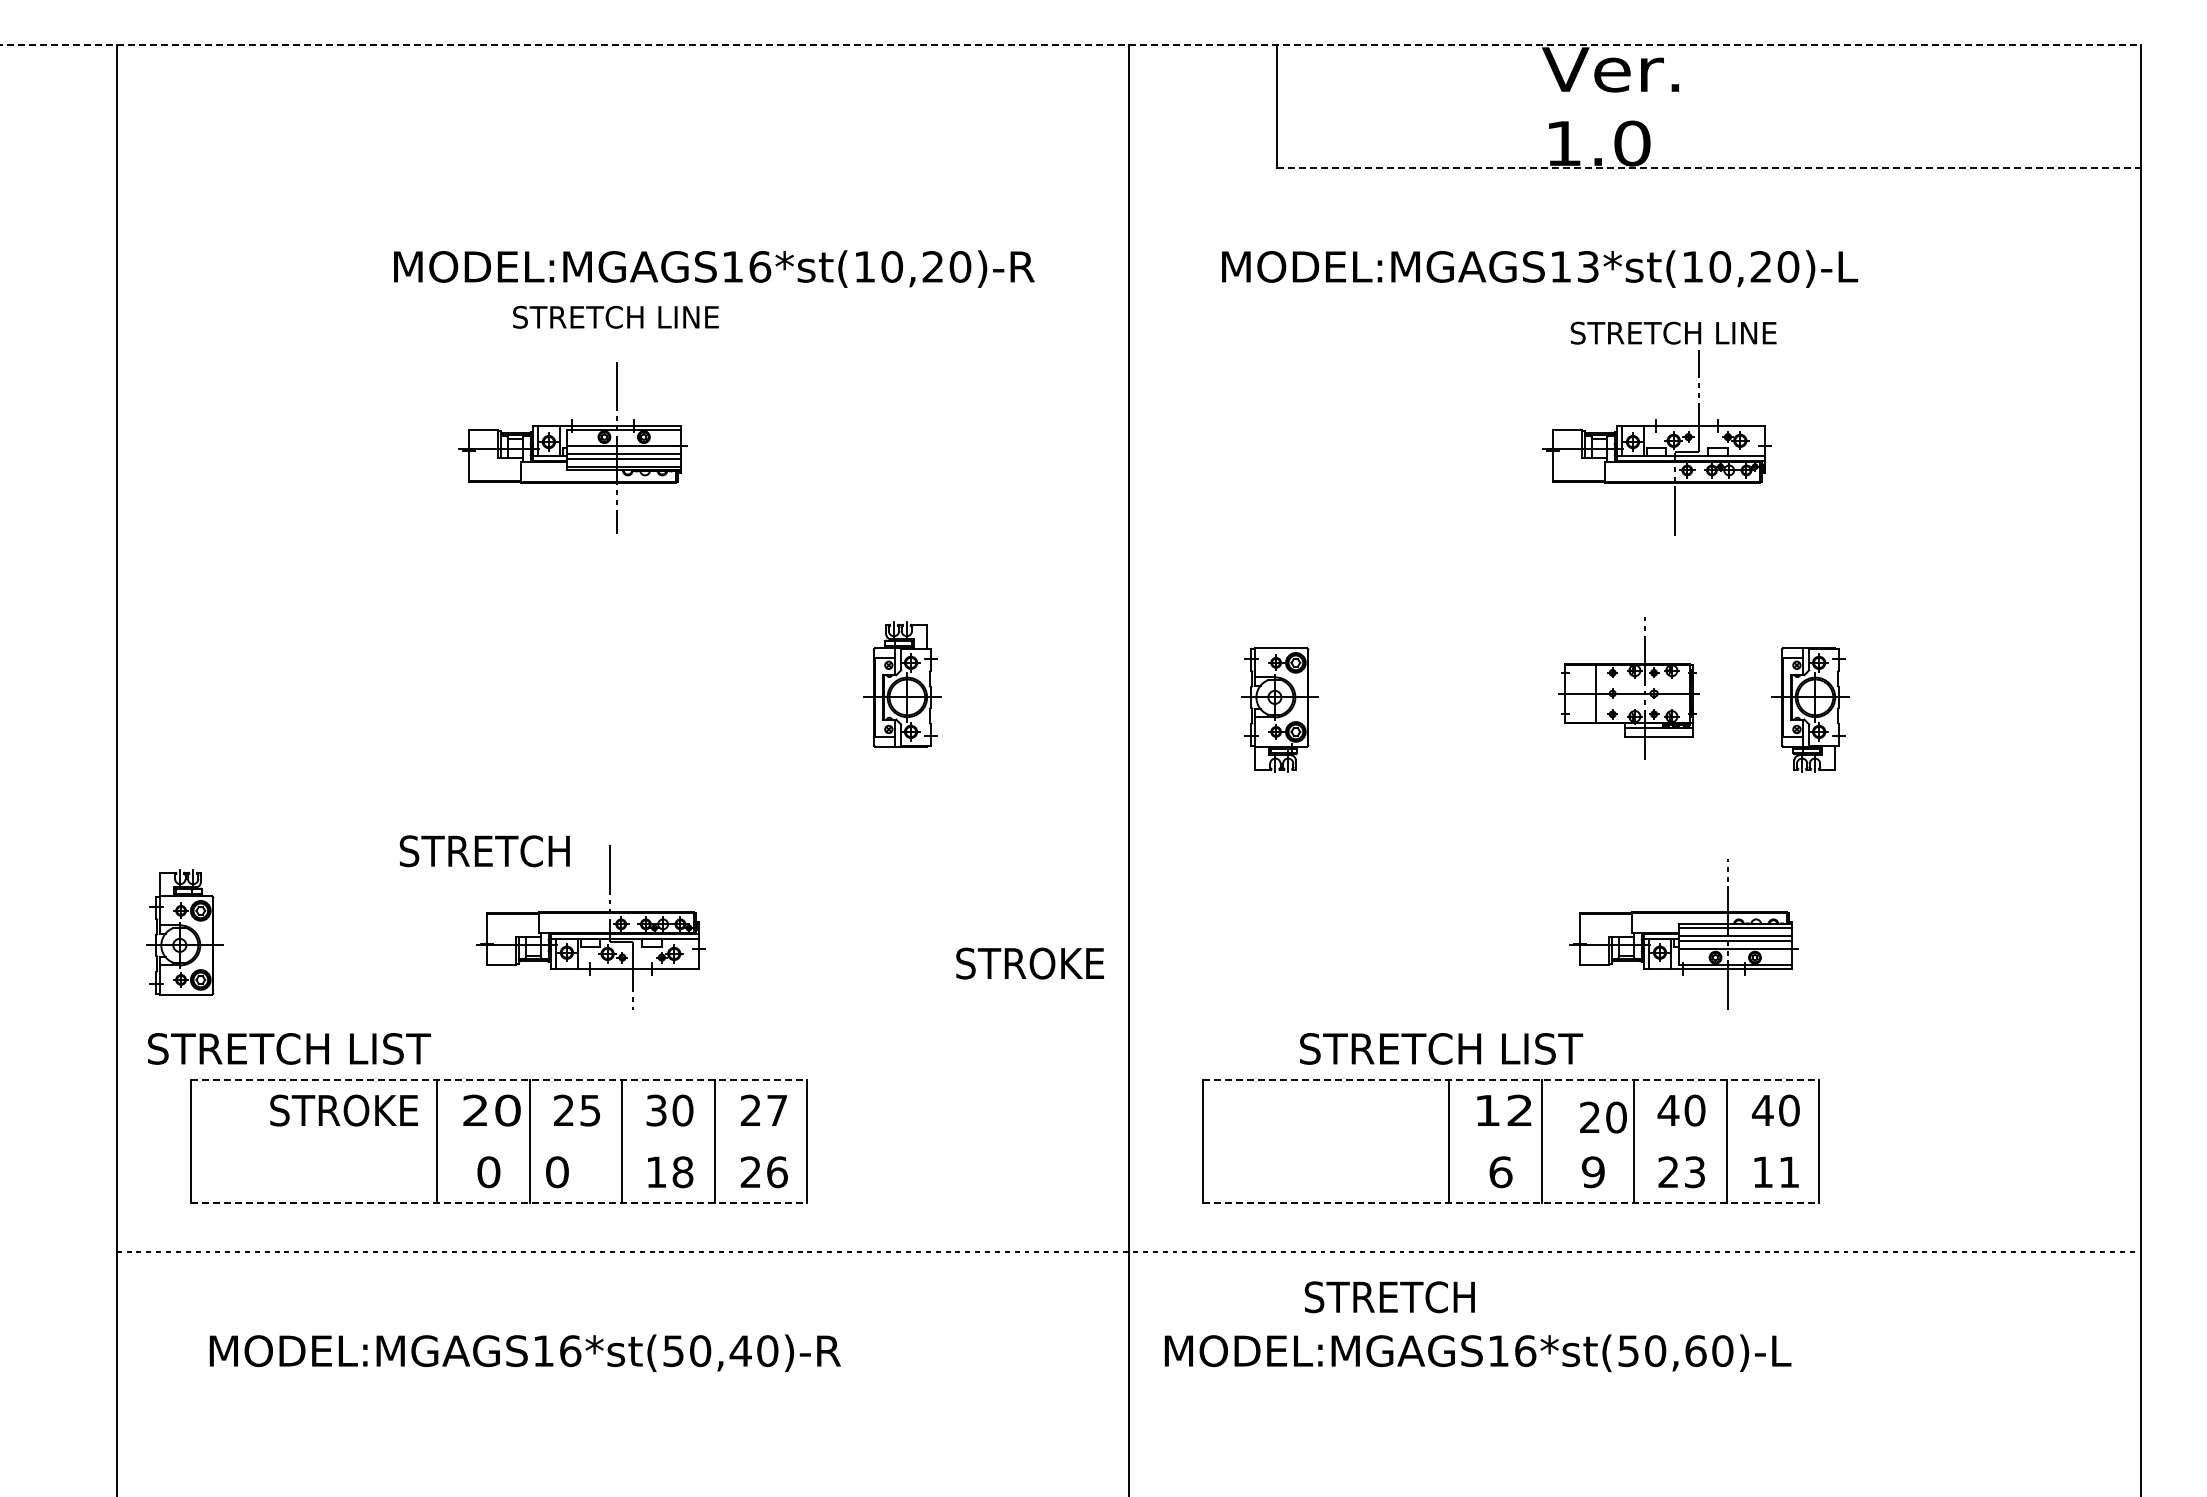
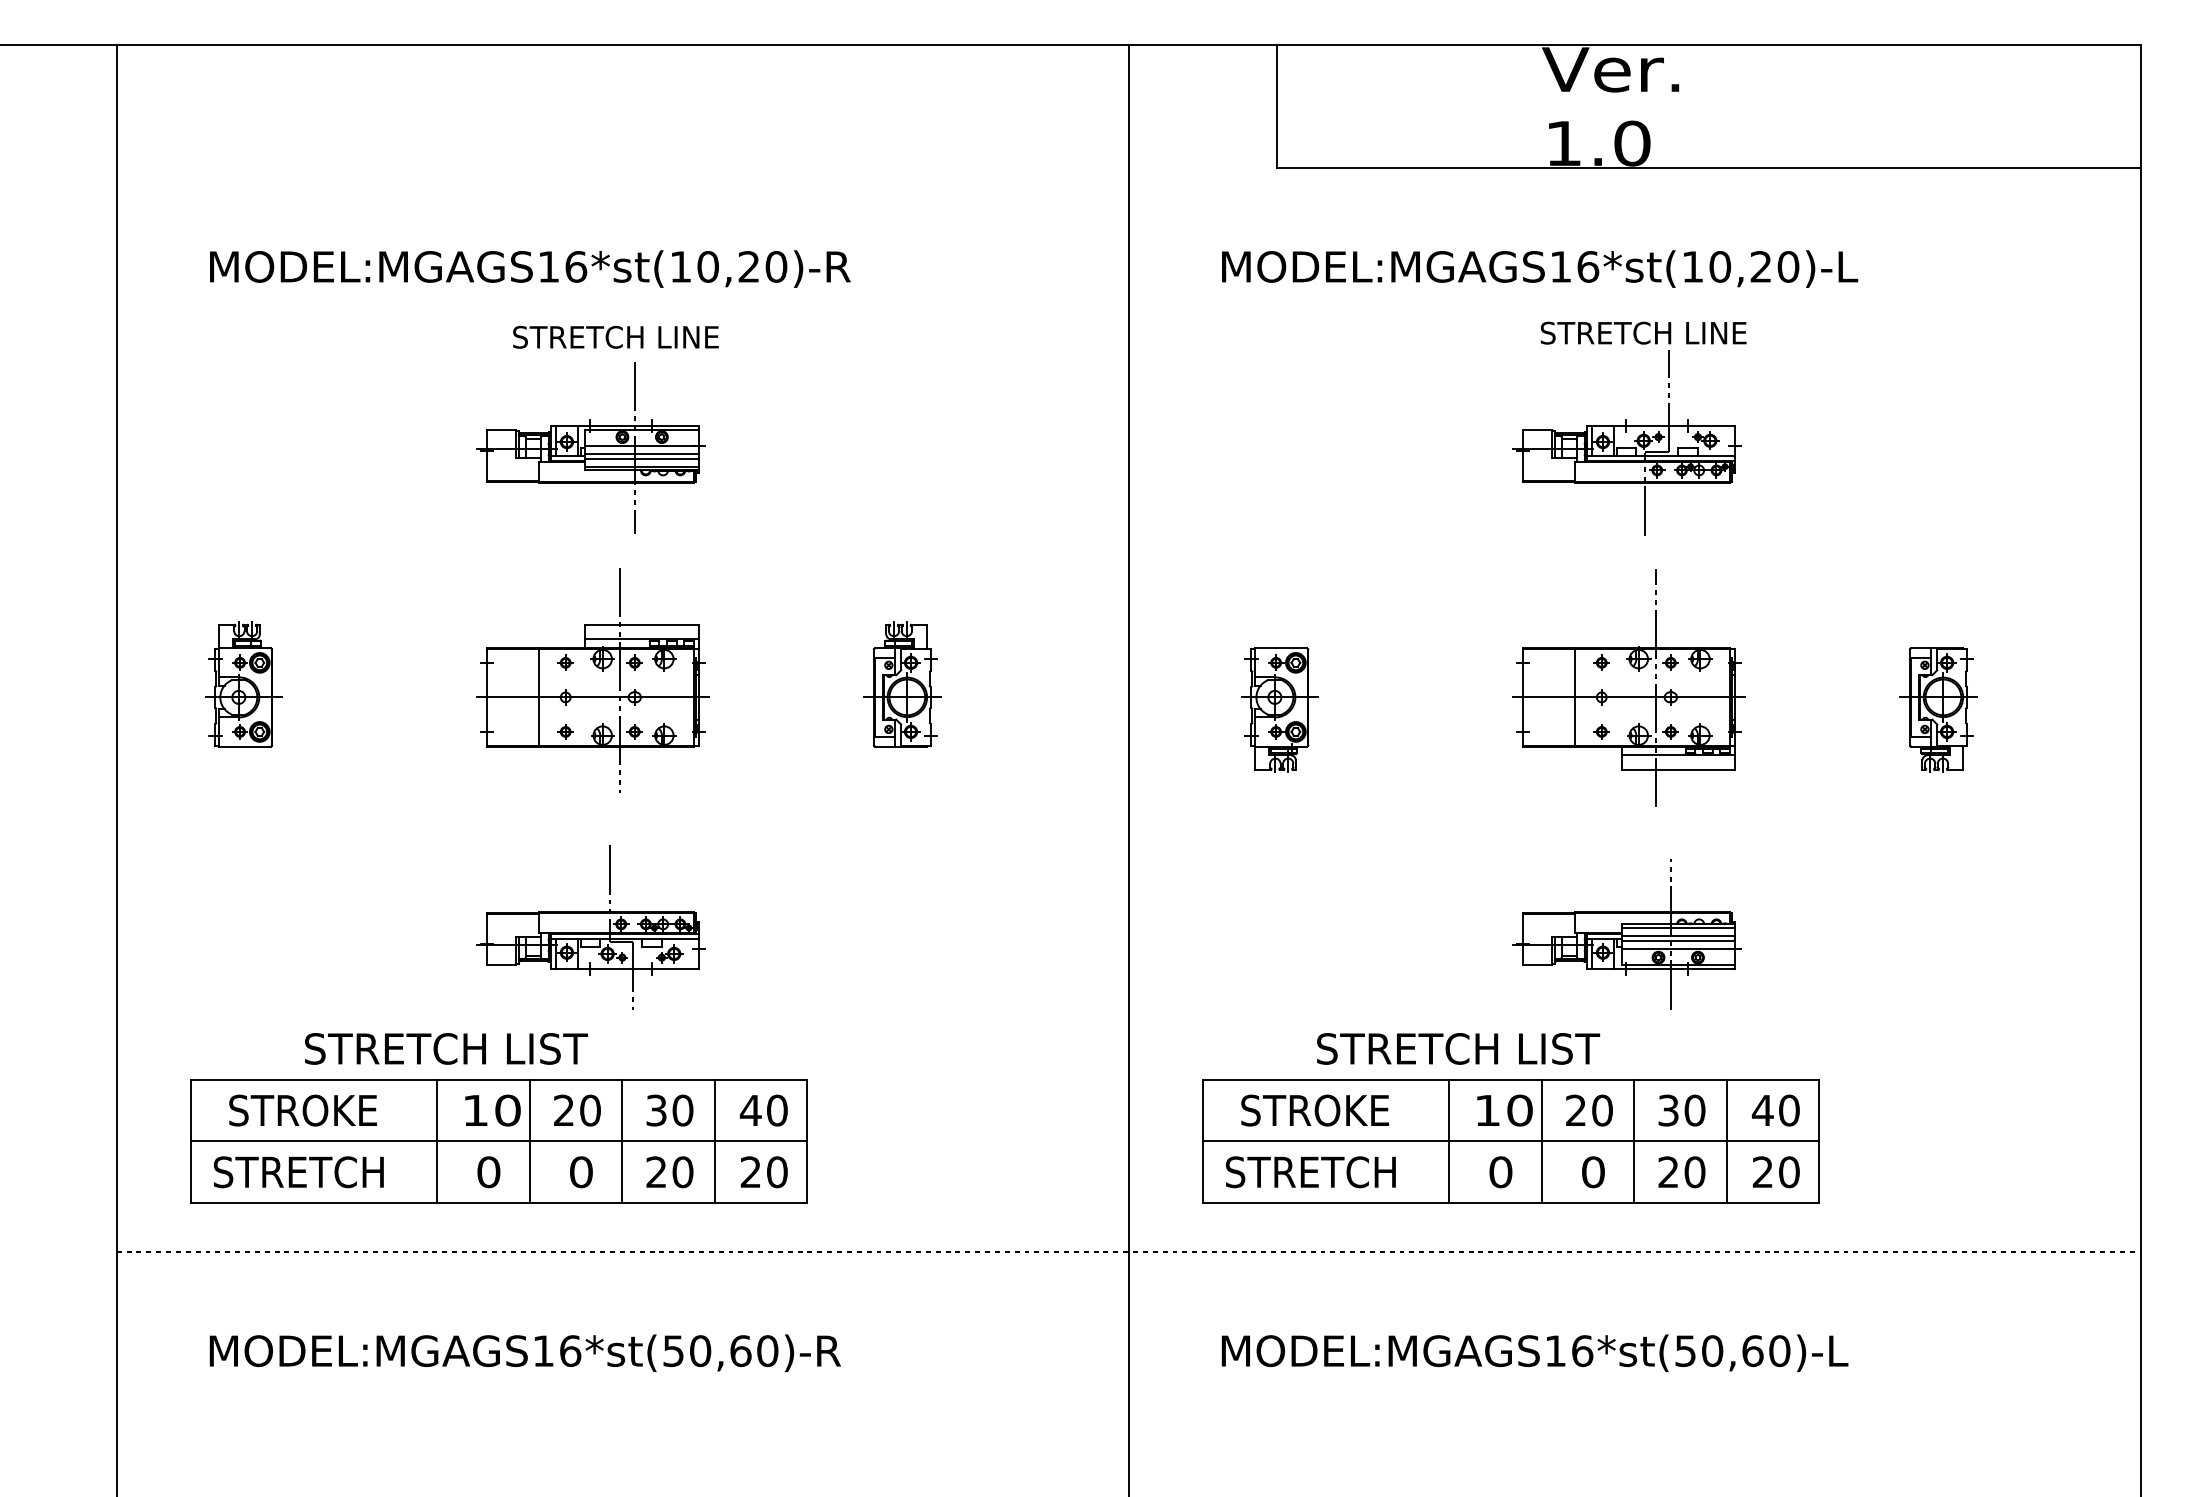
line at (1071, 44): dashed -> solid
line at (1709, 168): dashed -> solid
text at (1588, 266): MODEL:MGAGS13*st(10,20)-L -> MODEL:MGAGS16*st(10,20)-L
text at (714, 268) position: (714, 268) -> (530, 268)
text at (615, 316) position: (615, 316) -> (615, 336)
part at (1659, 428) position: (1659, 428) -> (1629, 428)
part at (572, 447) position: (572, 447) -> (590, 447)
part at (592, 680): none -> present
part at (1628, 688) size: 142x143 px -> 234x238 px
part at (1810, 709) position: (1810, 709) -> (1938, 709)
text at (484, 851) position: (484, 851) -> (298, 1172)
part at (184, 932) position: (184, 932) -> (243, 684)
part at (1683, 934) position: (1683, 934) -> (1626, 934)
text at (1029, 963) position: (1029, 963) -> (1314, 1110)
text at (289, 1048) position: (289, 1048) -> (446, 1048)
text at (1441, 1048) position: (1441, 1048) -> (1458, 1048)
line at (499, 1079): dashed -> solid
line at (1511, 1079): dashed -> solid
text at (475, 1109): 20 -> 10
text at (343, 1110) position: (343, 1110) -> (302, 1110)
text at (590, 1110): 25 -> 20
text at (763, 1110): 27 -> 40
text at (1519, 1110): 12 -> 10
text at (1668, 1110): 40 -> 30
text at (1603, 1117) position: (1603, 1117) -> (1589, 1110)
line at (498, 1141): none -> present
line at (1510, 1141): none -> present
text at (669, 1171): 18 -> 20
text at (557, 1172) position: (557, 1172) -> (581, 1172)
text at (777, 1172): 26 -> 20
text at (1500, 1172): 6 -> 0
text at (1592, 1172): 9 -> 0
text at (1694, 1172): 23 -> 20
text at (1775, 1172): 11 -> 20
line at (499, 1203): dashed -> solid
line at (1511, 1203): dashed -> solid
text at (1389, 1297) position: (1389, 1297) -> (1310, 1172)
text at (740, 1351): MODEL:MGAGS16*st(50,40)-R -> MODEL:MGAGS16*st(50,60)-R
text at (1477, 1353) position: (1477, 1353) -> (1534, 1353)
